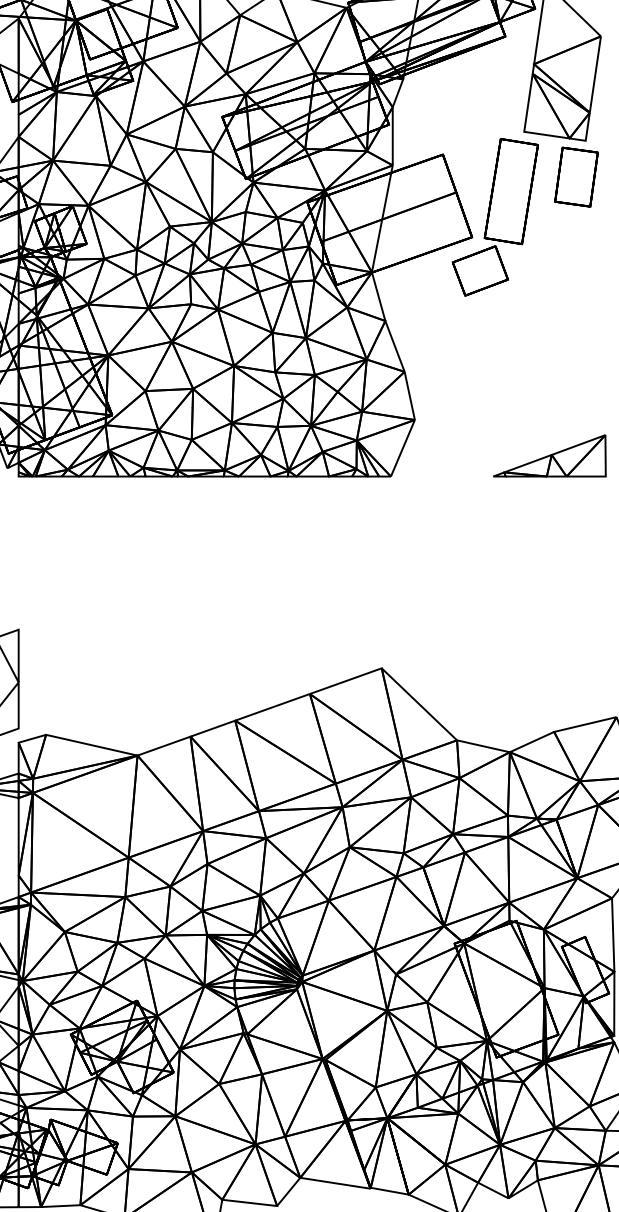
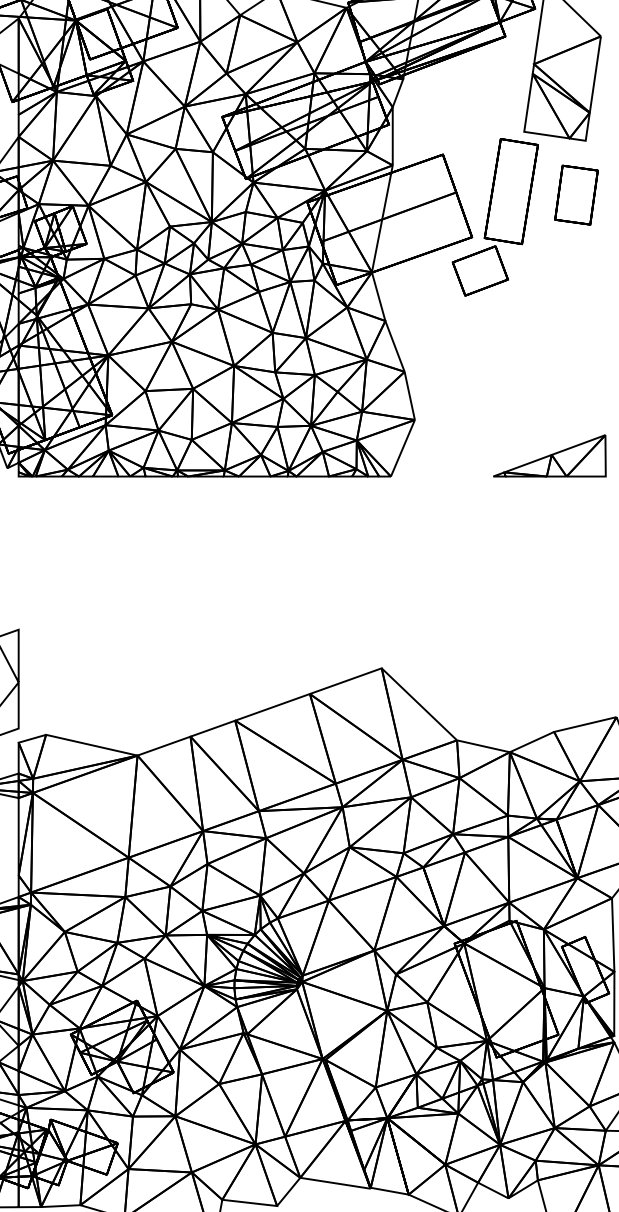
part at (576, 176) position: (576, 176) -> (576, 194)
